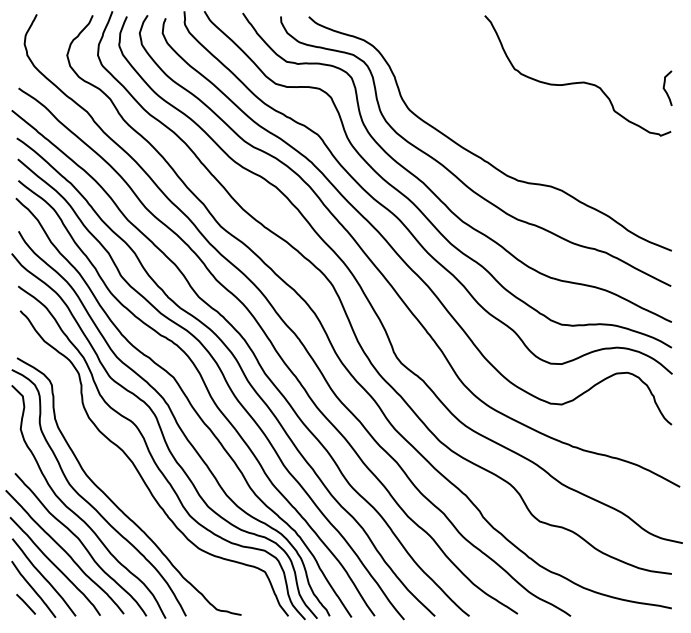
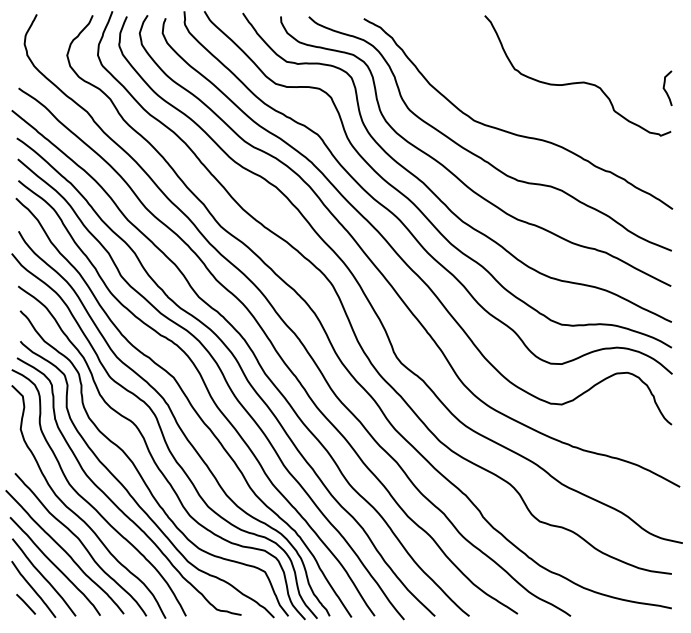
curve at (512, 132): none -> present
curve at (128, 490): none -> present
